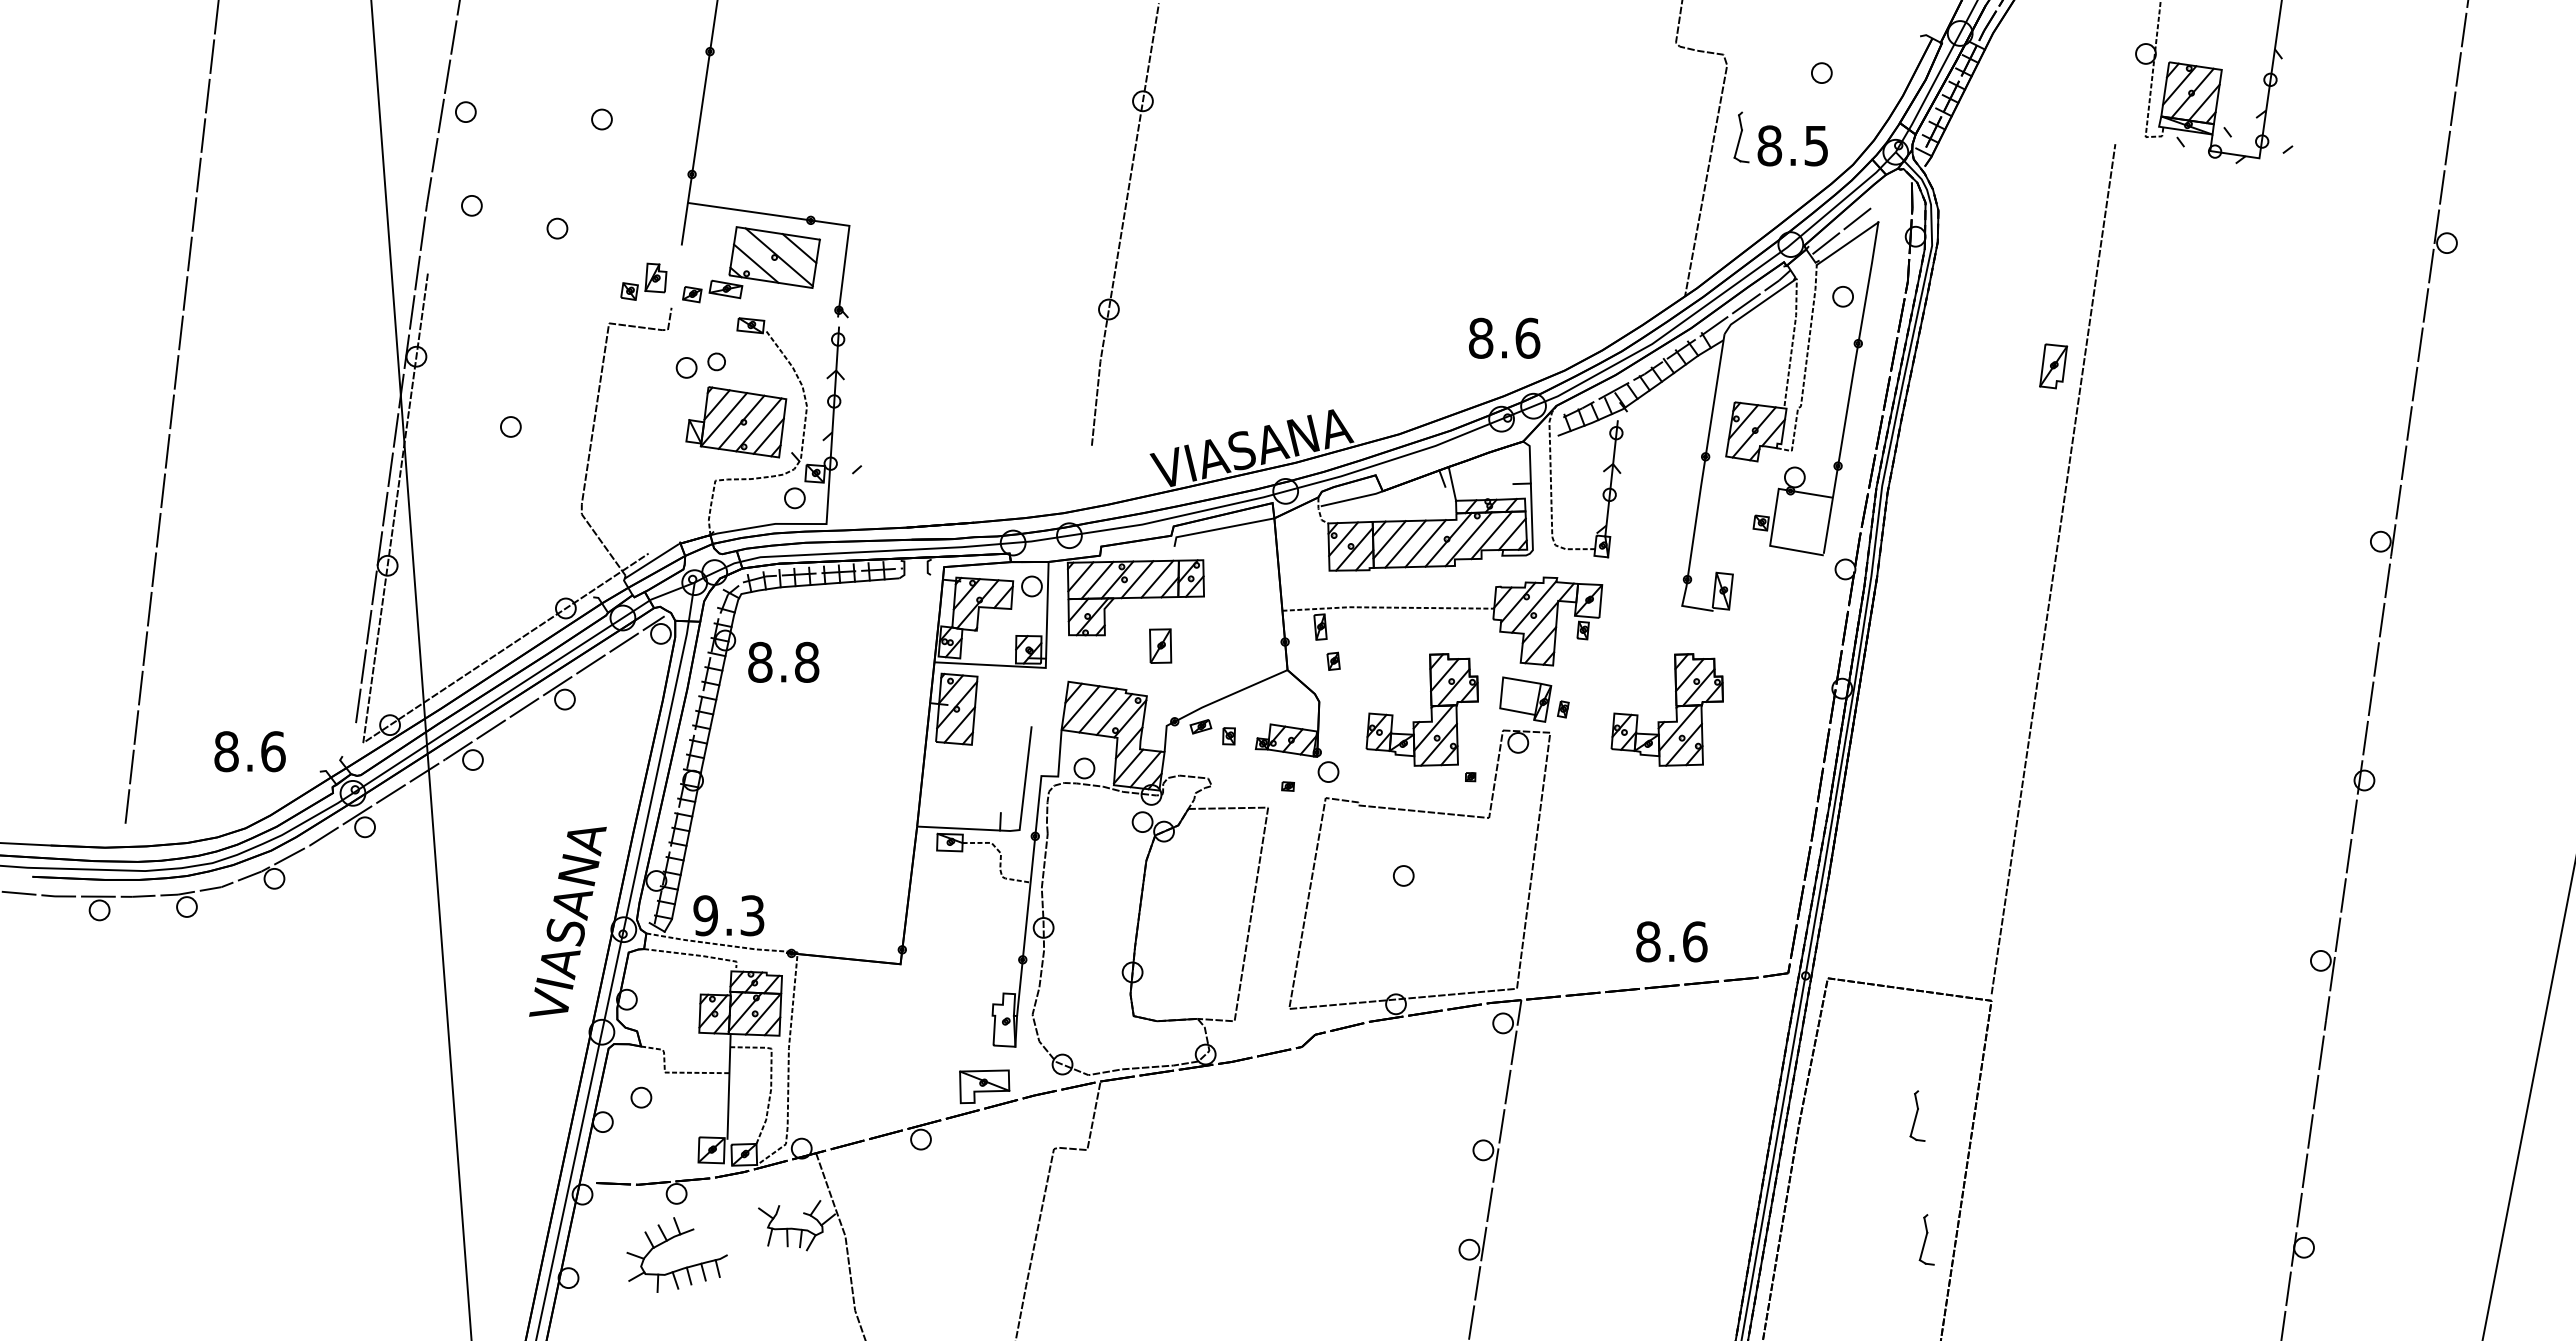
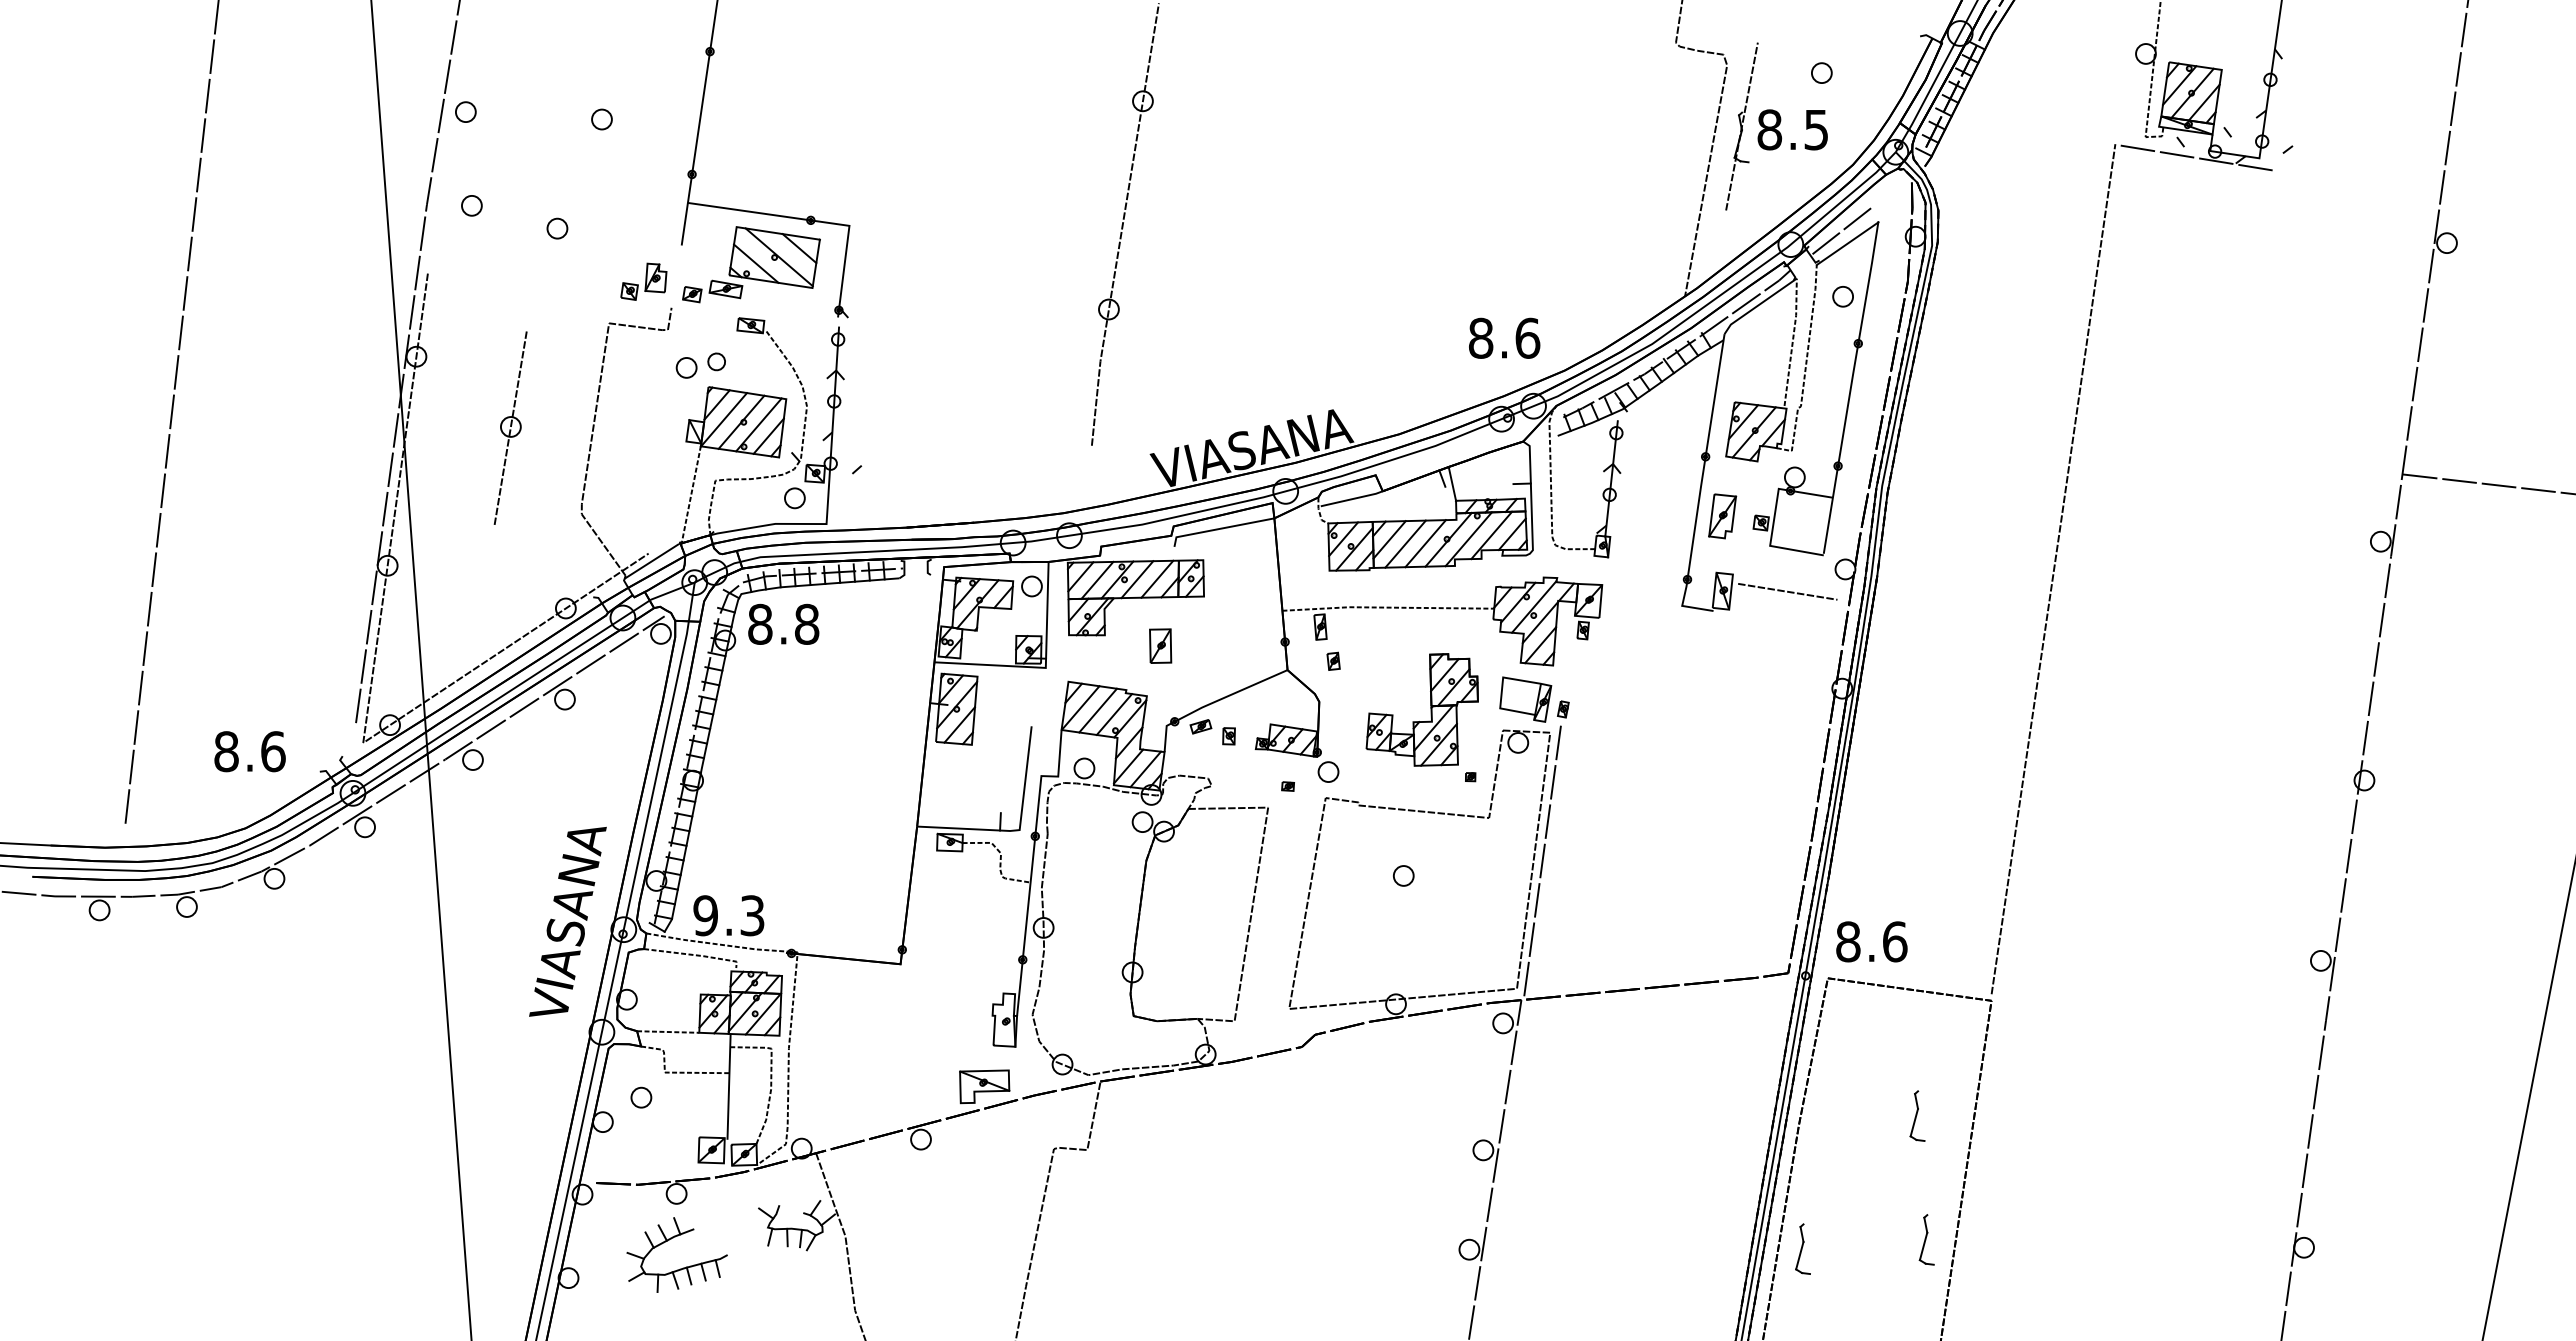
line at (1741, 126): none -> present
text at (1792, 145) position: (1792, 145) -> (1792, 129)
line at (2198, 158): none -> present
part at (2053, 366) position: (2053, 366) -> (1722, 516)
line at (510, 426): none -> present
line at (2487, 483): none -> present
line at (690, 495): none -> present
line at (1787, 591): none -> present
text at (783, 661) position: (783, 661) -> (783, 623)
part at (1675, 709): present -> none
line at (1542, 858): none -> present
text at (1671, 941) position: (1671, 941) -> (1871, 941)
line at (668, 1031): none -> present
part at (1802, 1248): none -> present
